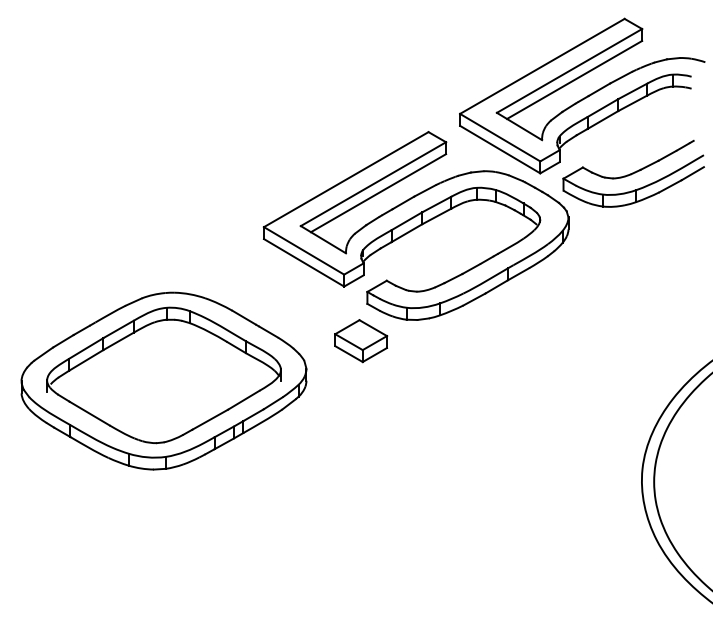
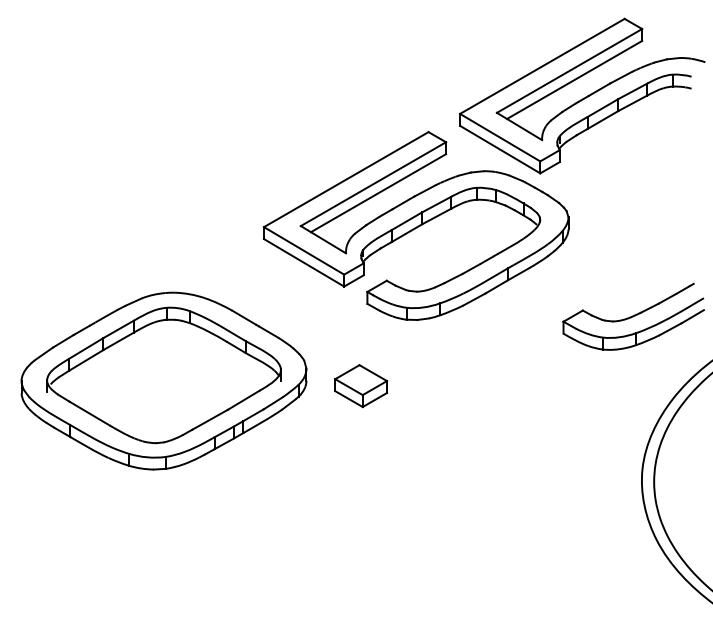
part at (633, 173) position: (633, 173) -> (633, 316)
part at (361, 341) position: (361, 341) -> (361, 386)
